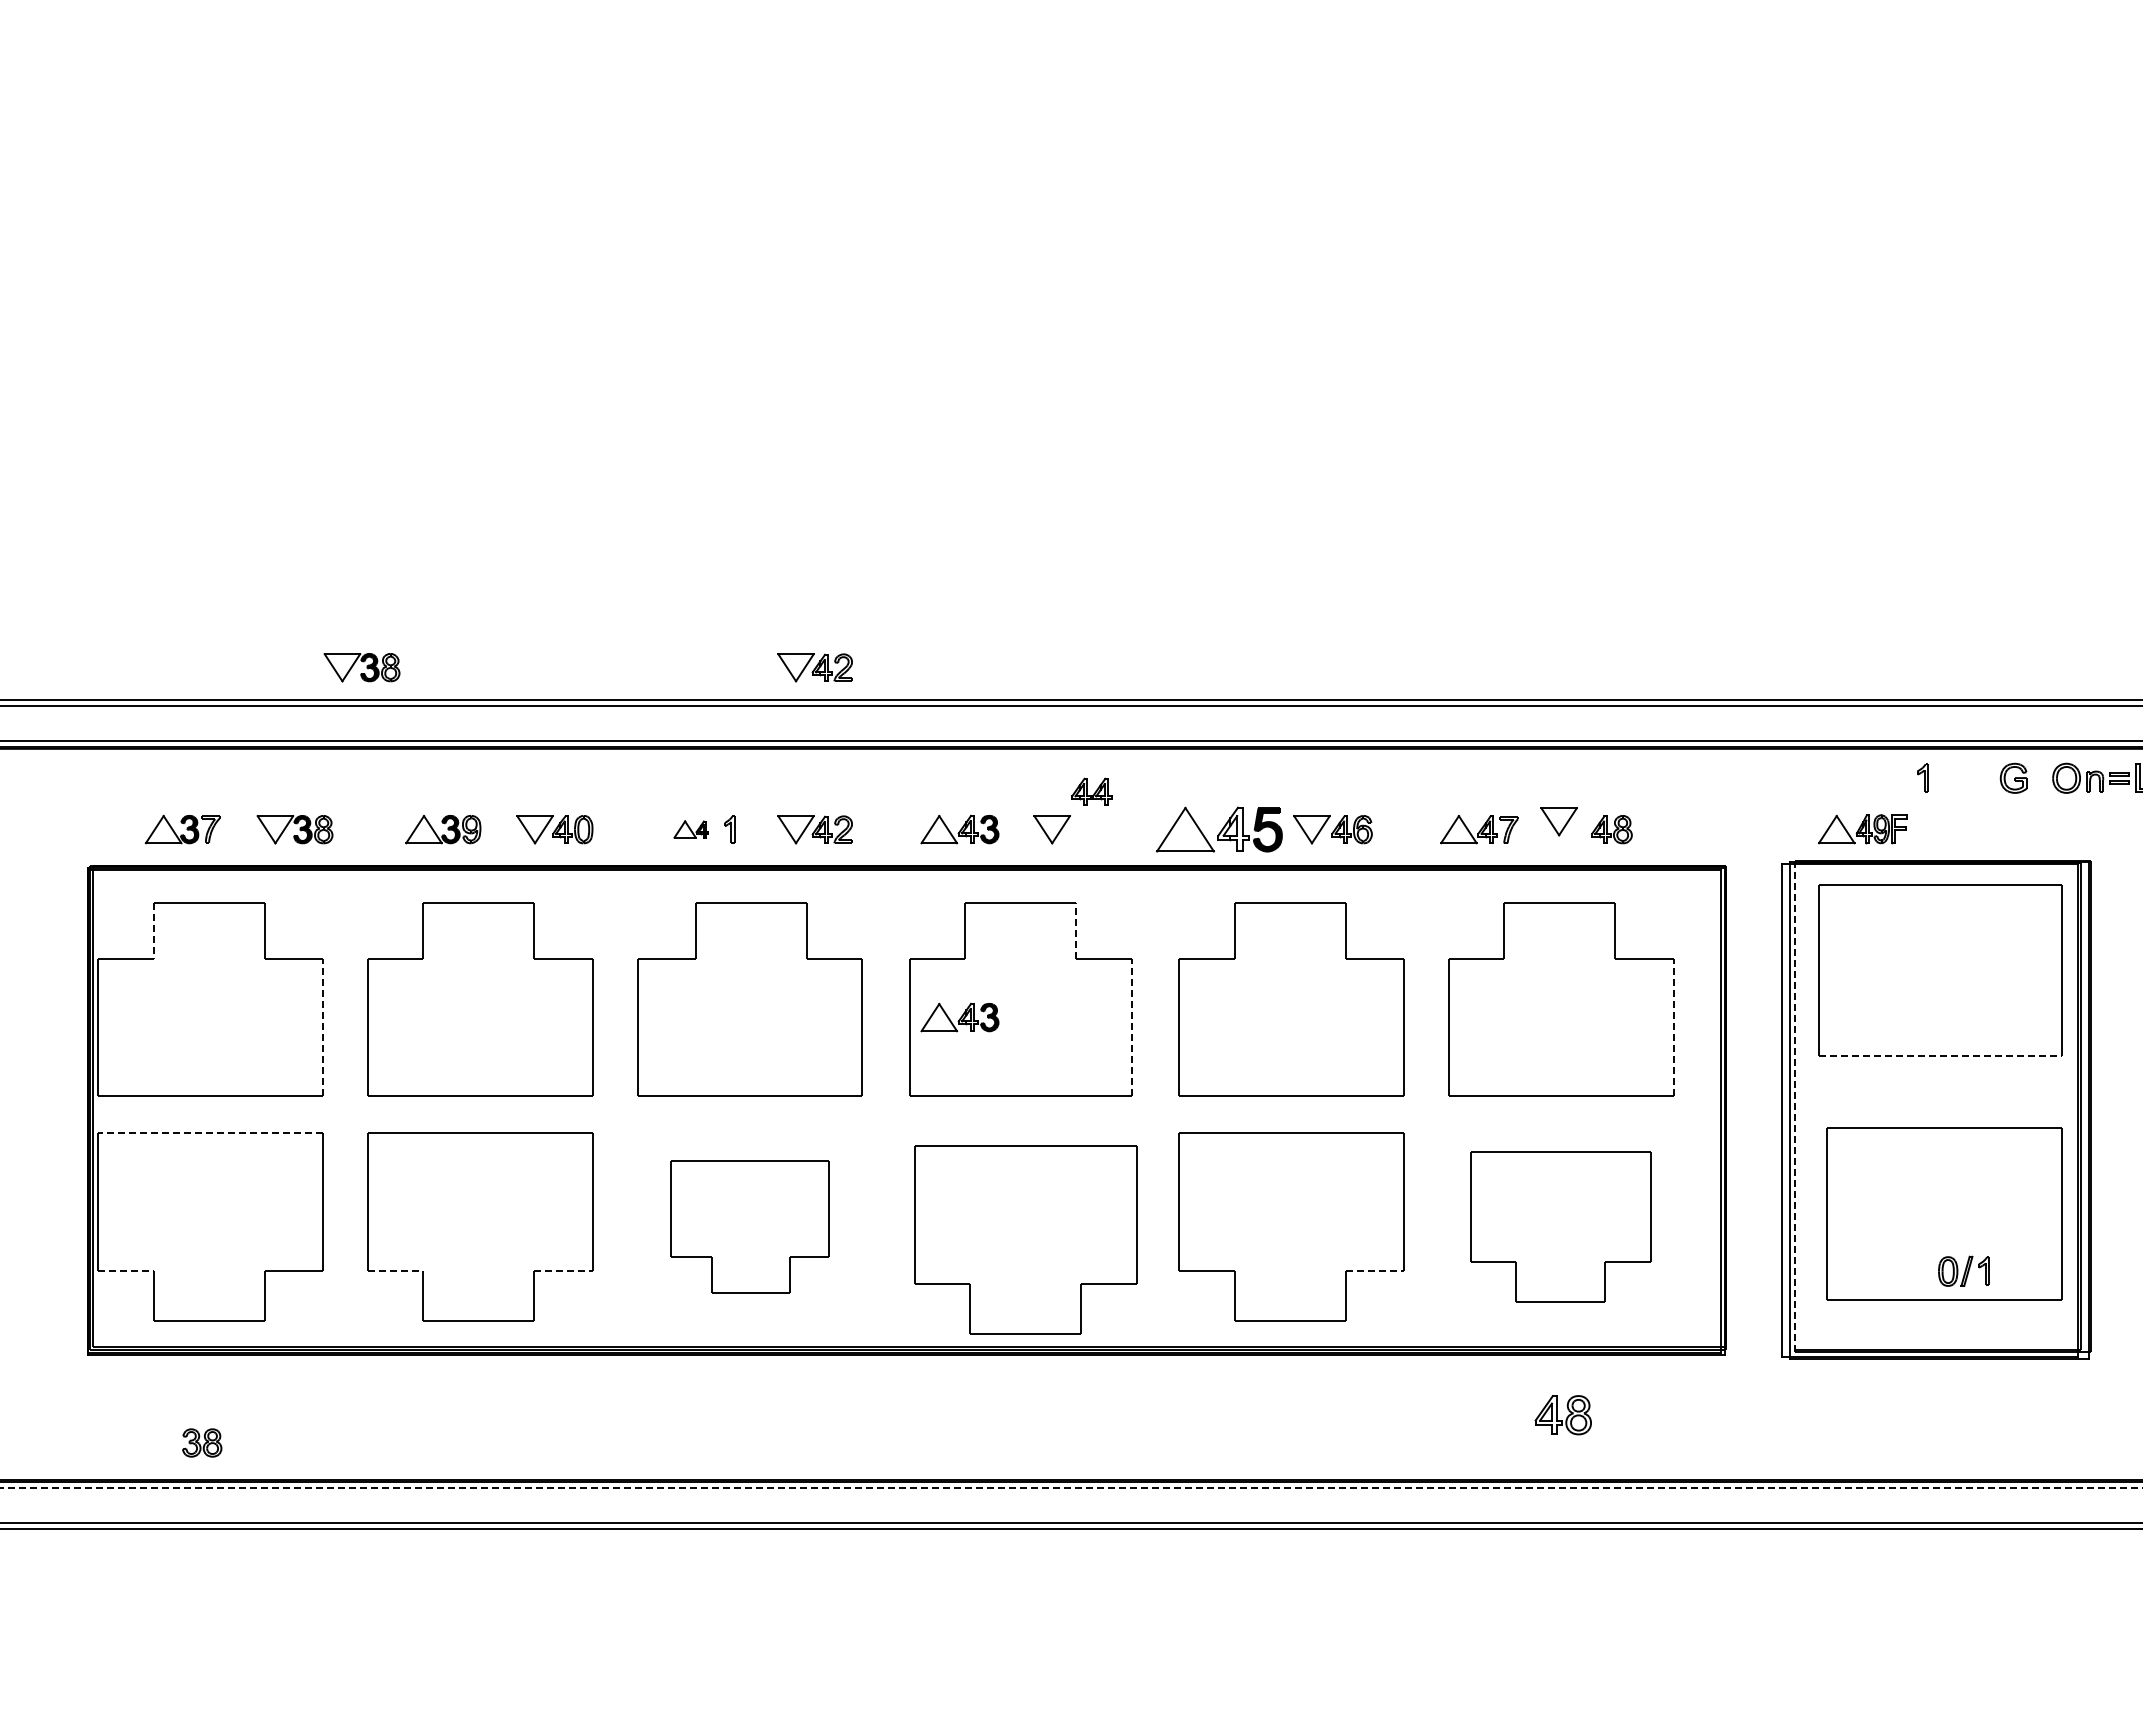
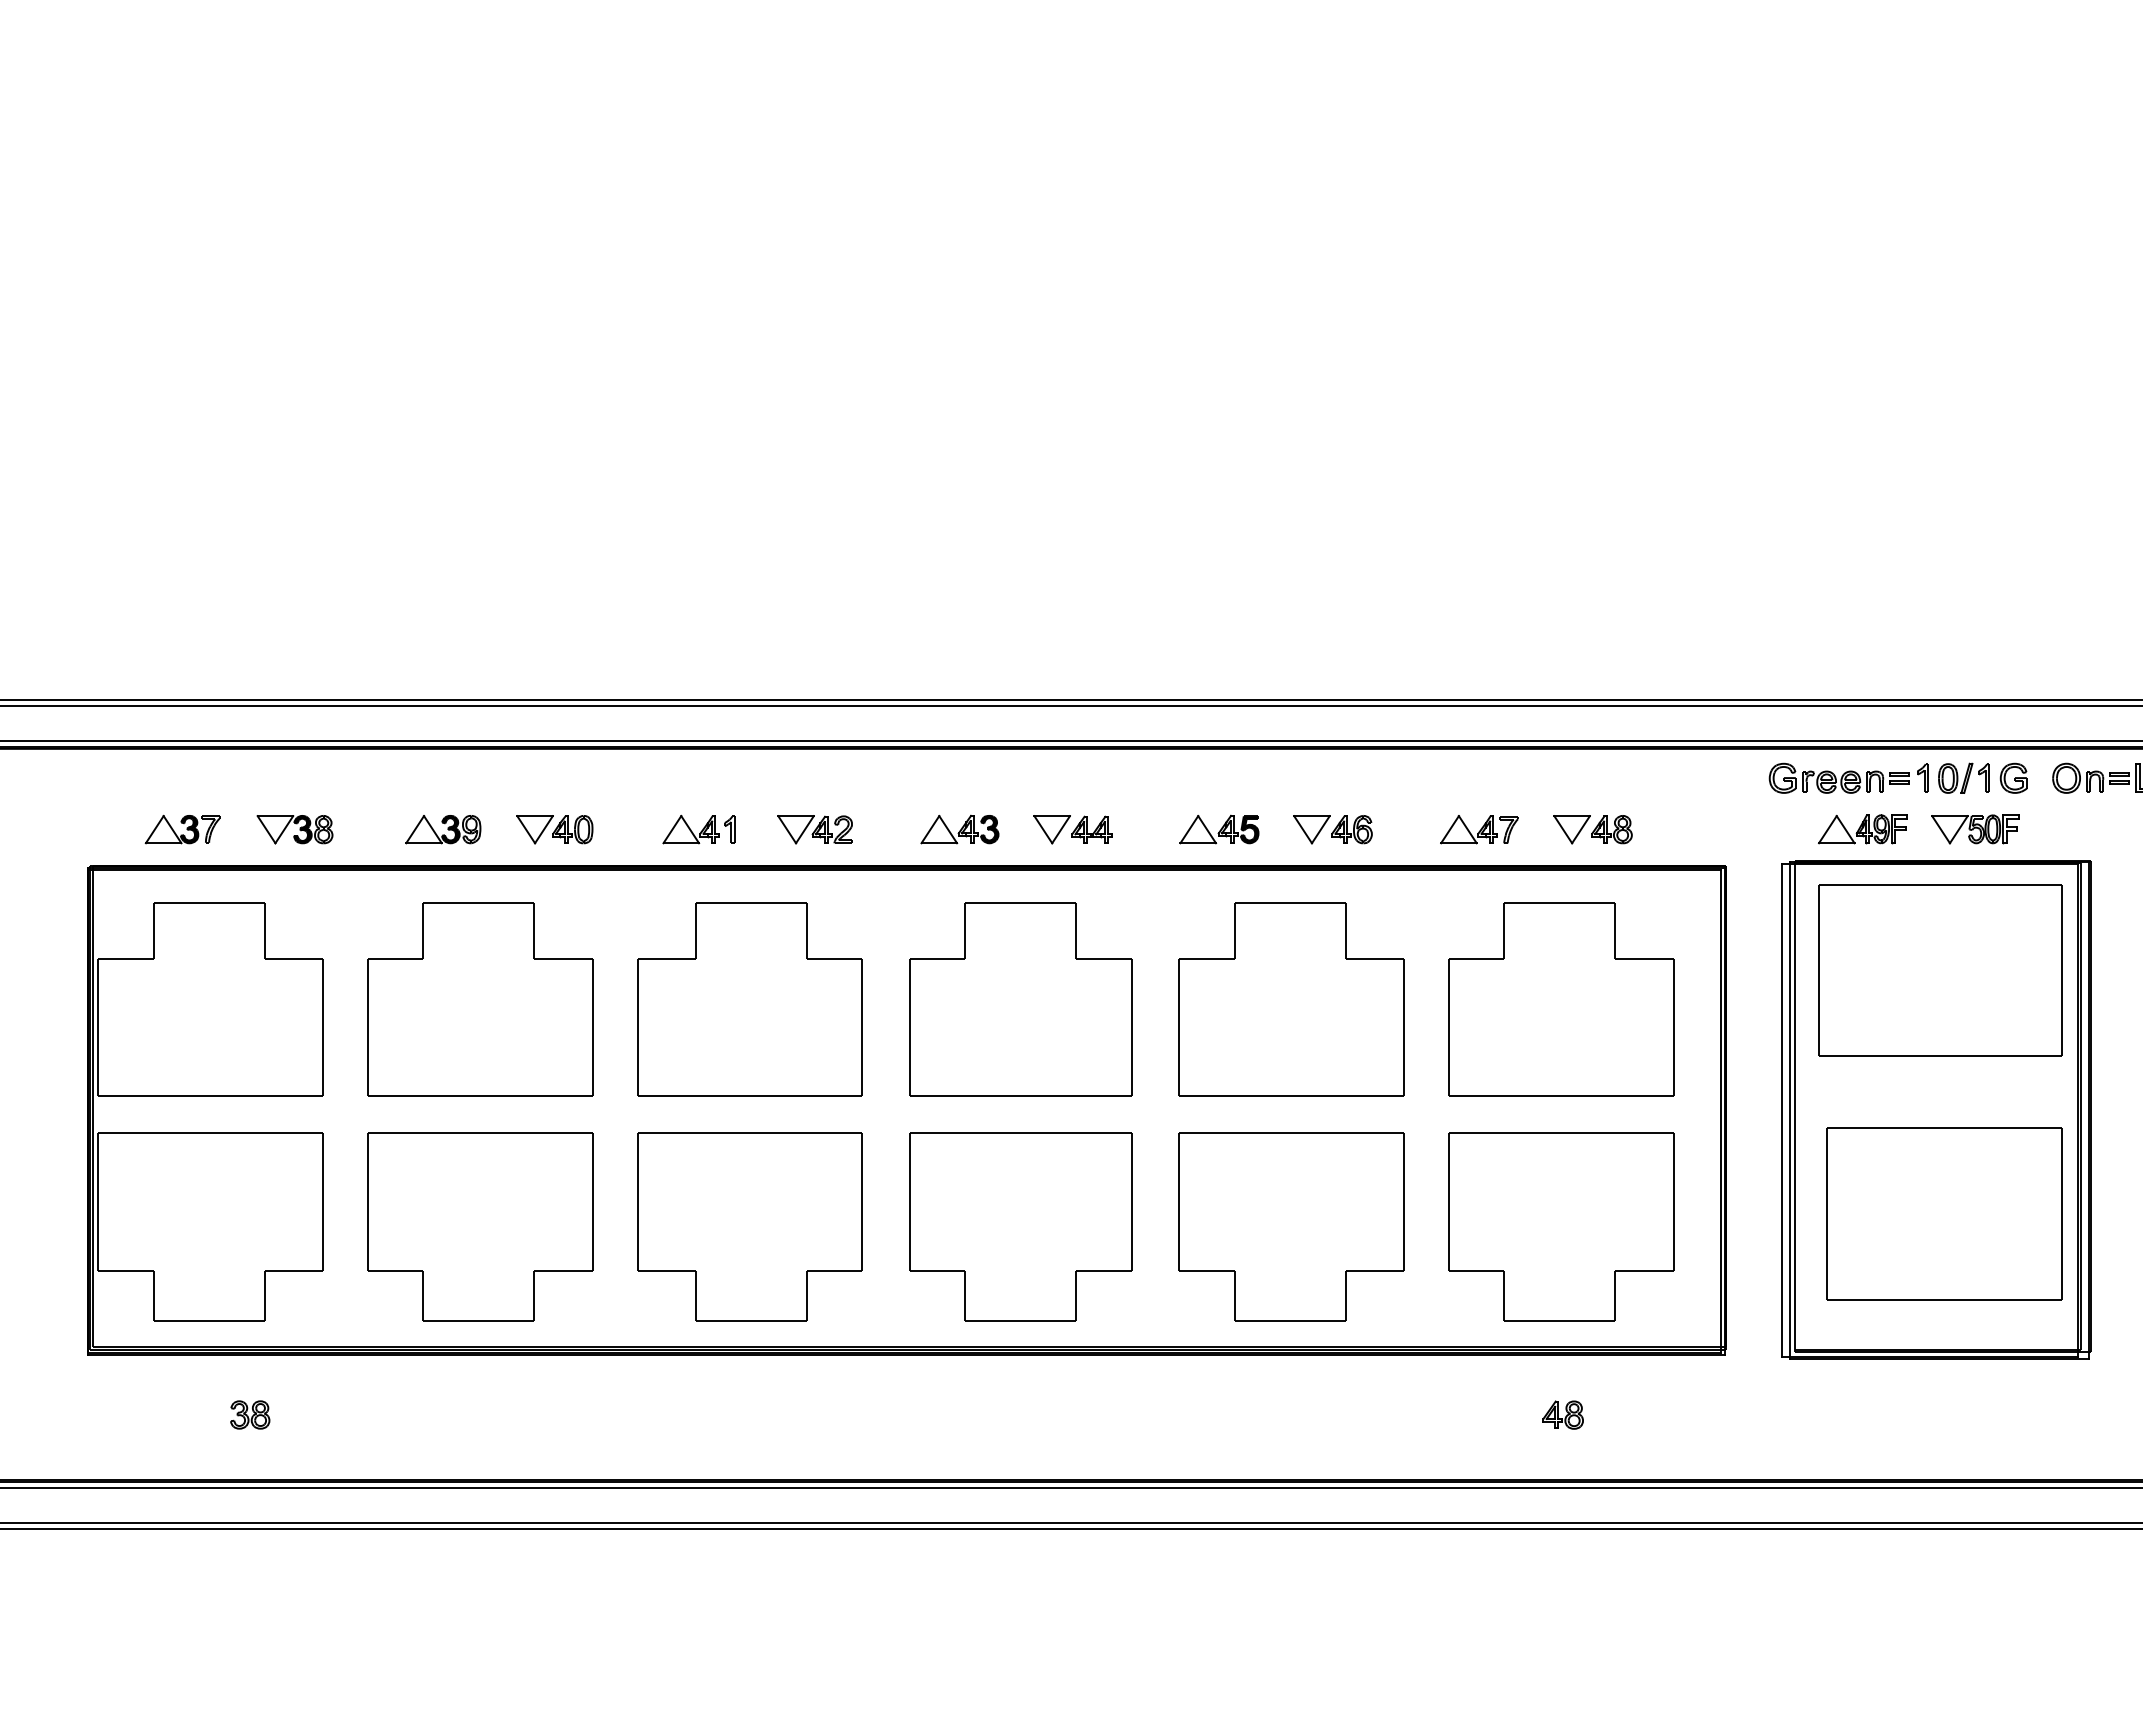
part at (361, 667): present -> none
part at (814, 667): present -> none
part at (1838, 777): none -> present
part at (1091, 791) position: (1091, 791) -> (1091, 829)
part at (1558, 821) position: (1558, 821) -> (1571, 829)
part at (690, 829) size: 36x19 px -> 58x31 px
part at (1219, 829) size: 127x47 px -> 81x31 px
part at (1975, 829): none -> present
line at (153, 930): dashed -> solid
line at (1076, 930): dashed -> solid
part at (959, 1017): present -> none
line at (322, 1027): dashed -> solid
line at (1131, 1027): dashed -> solid
line at (1673, 1027): dashed -> solid
line at (1940, 1056): dashed -> solid
line at (1795, 1106): dashed -> solid
line at (210, 1133): dashed -> solid
part at (749, 1226) size: 160x134 px -> 226x190 px
part at (1560, 1226) size: 182x152 px -> 227x190 px
part at (1025, 1239) position: (1025, 1239) -> (1020, 1226)
line at (126, 1270): dashed -> solid
line at (395, 1270): dashed -> solid
line at (564, 1270): dashed -> solid
line at (1375, 1270): dashed -> solid
part at (1963, 1270) position: (1963, 1270) -> (1963, 777)
part at (1562, 1415) size: 58x41 px -> 42x30 px
part at (202, 1442) position: (202, 1442) -> (250, 1414)
line at (1071, 1487): dashed -> solid
